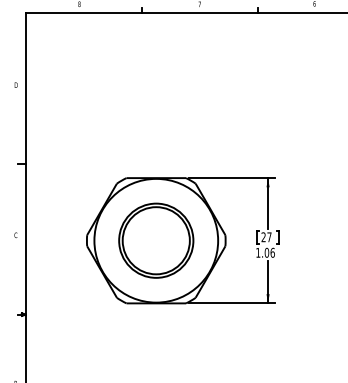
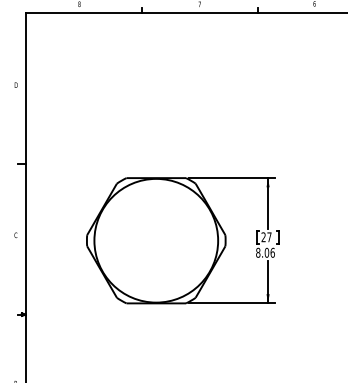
part at (156, 240): present -> none
text at (258, 252): 1.06 -> 8.06
